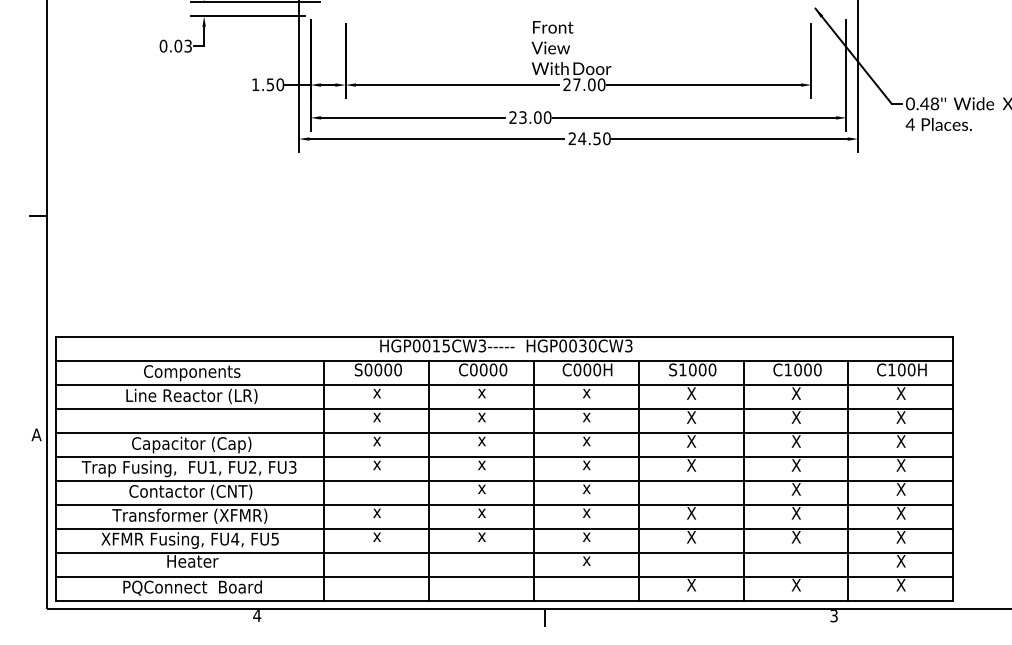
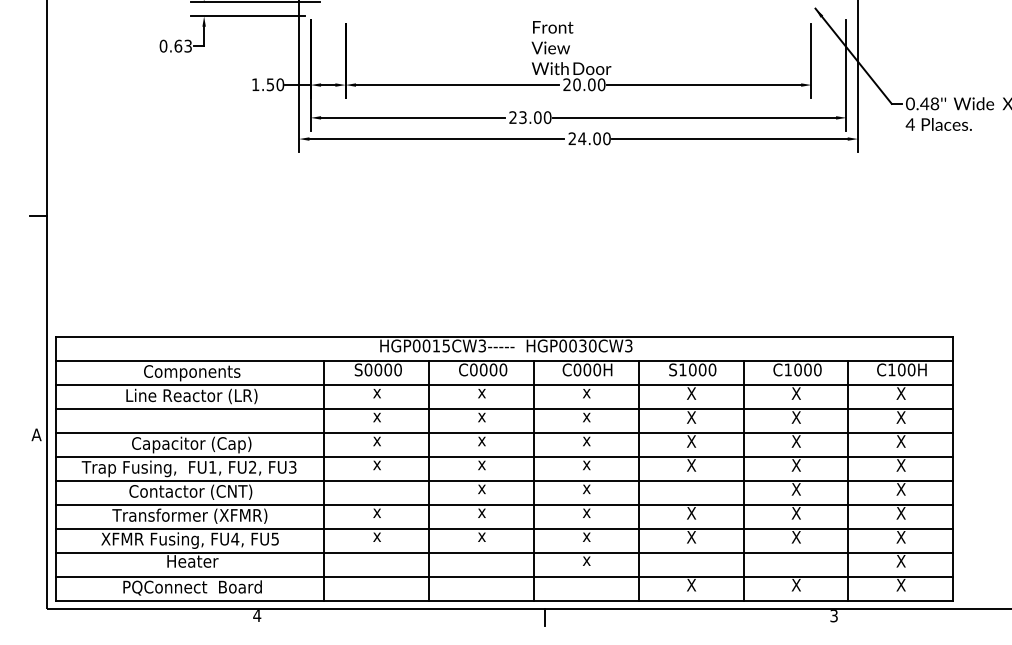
text at (178, 45): 0.03 -> 0.63
text at (576, 84): 27.00 -> 20.00
text at (596, 138): 24.50 -> 24.00
